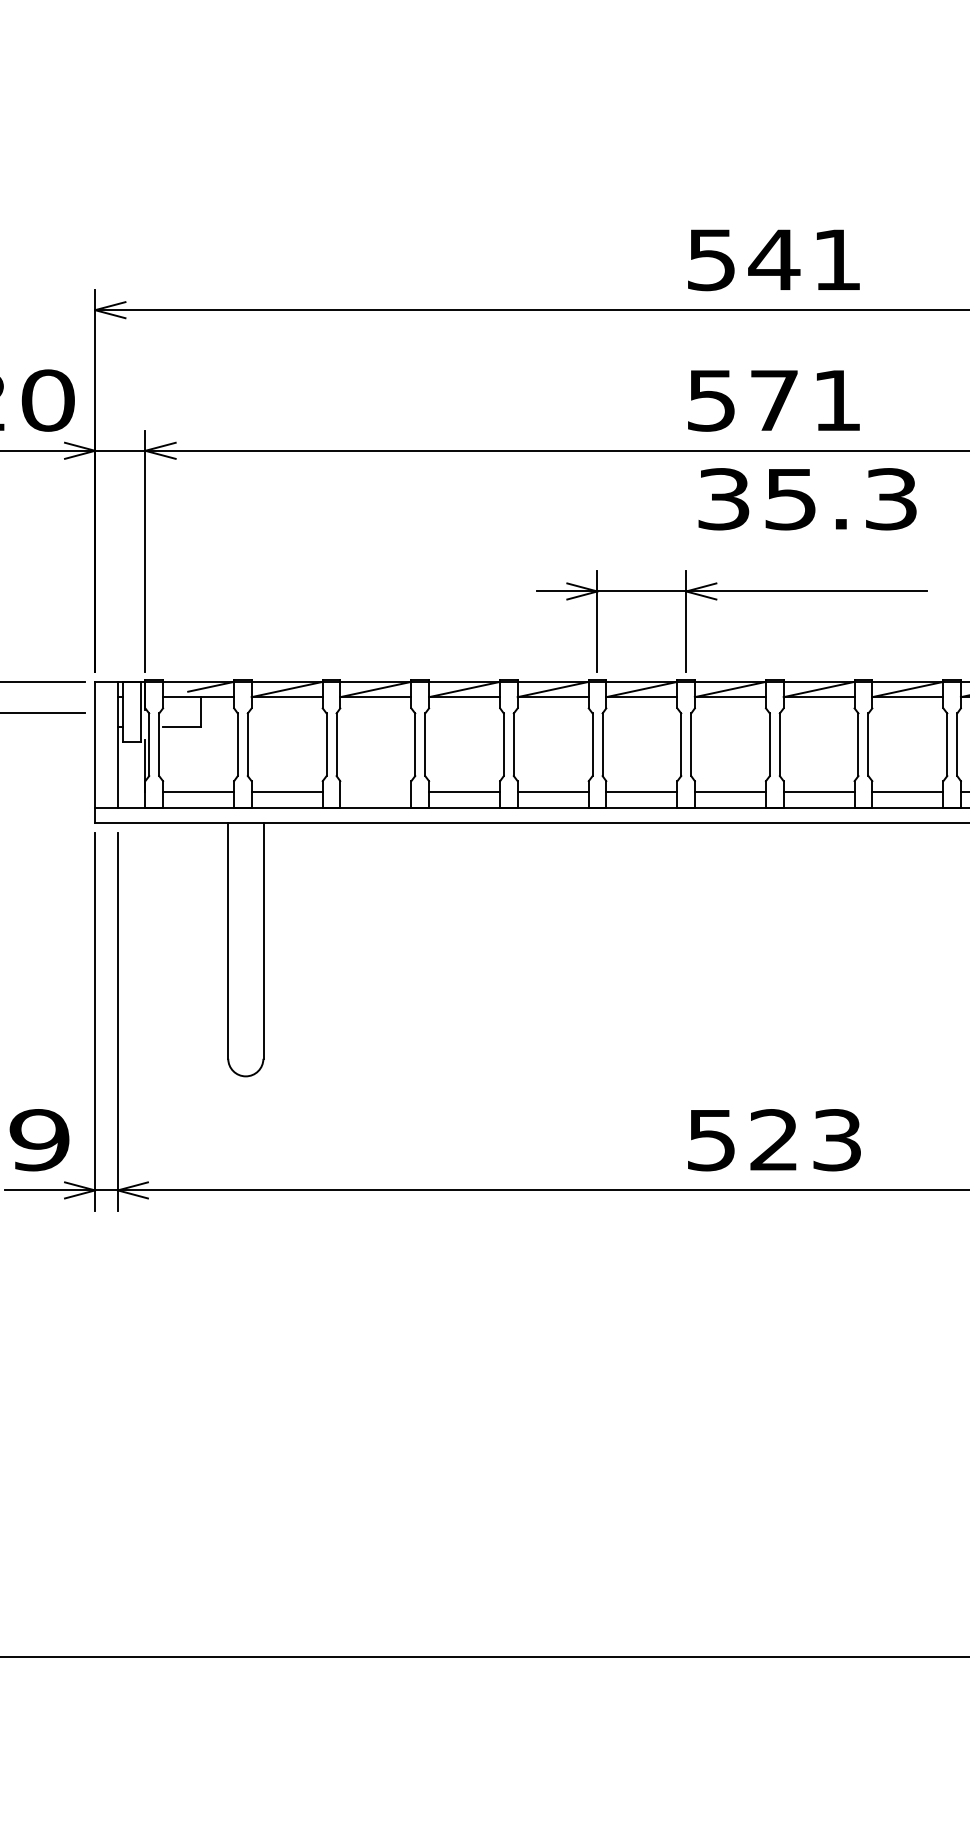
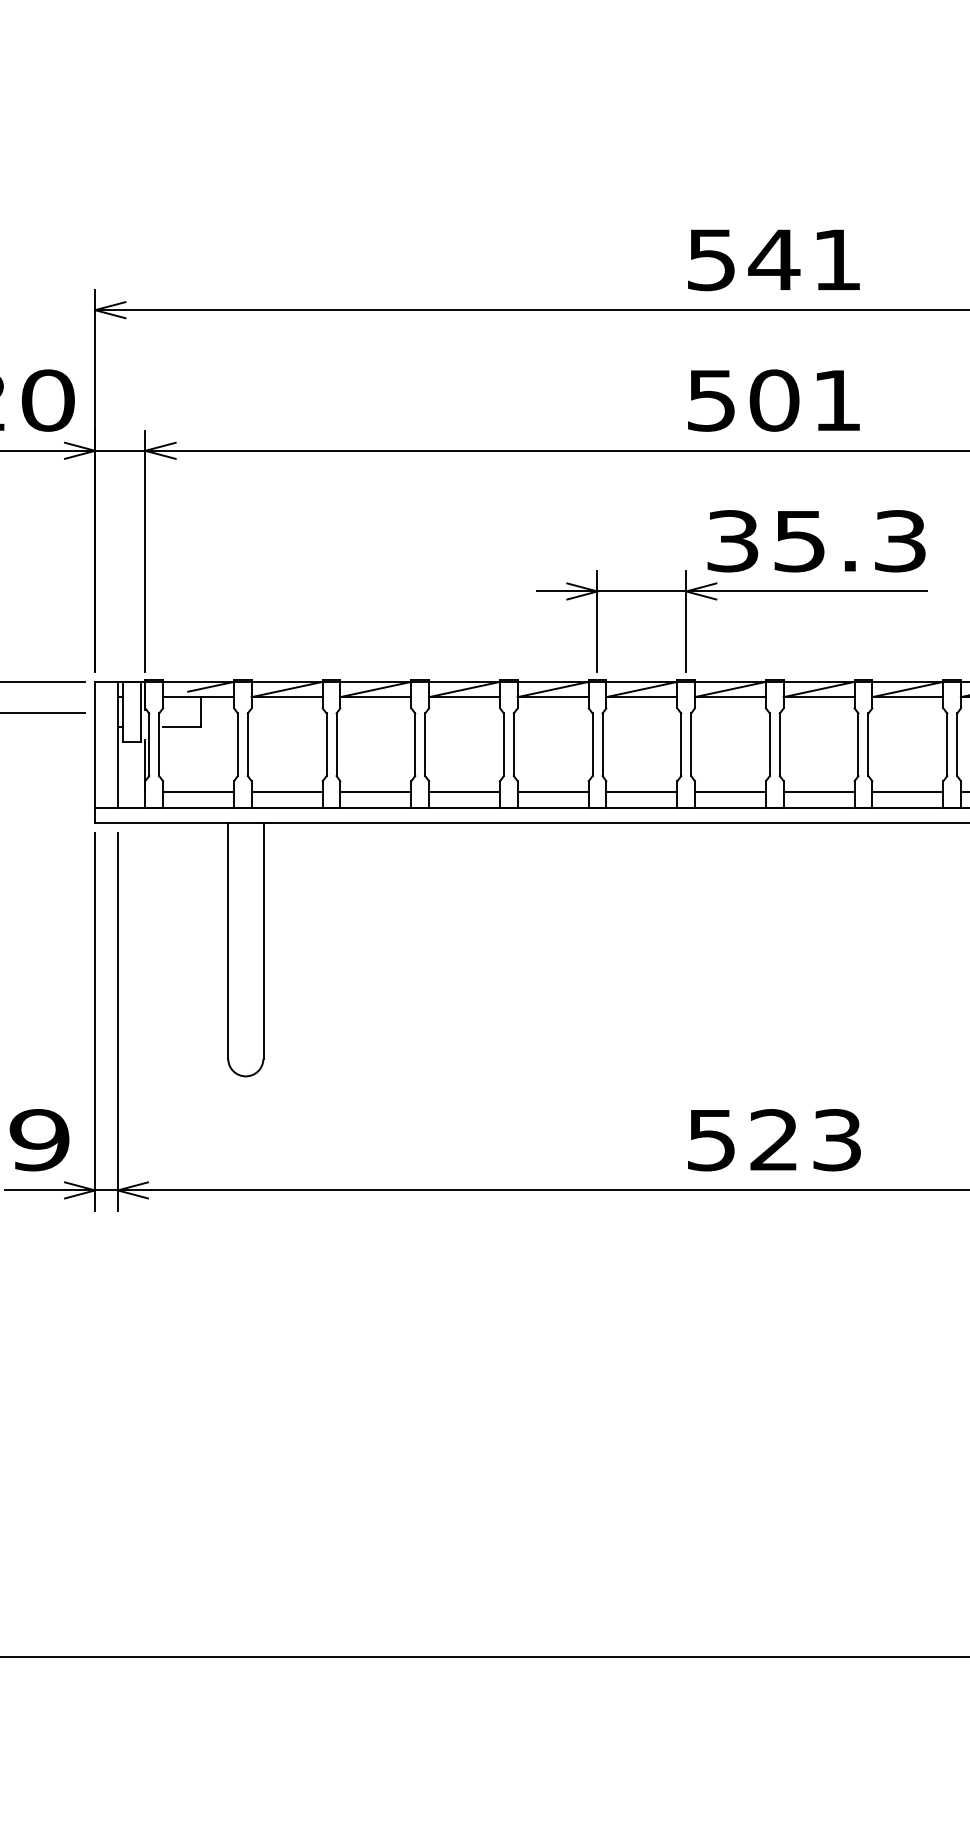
text at (774, 400): 571 -> 501
text at (807, 499) position: (807, 499) -> (816, 541)
line at (375, 792): none -> present
